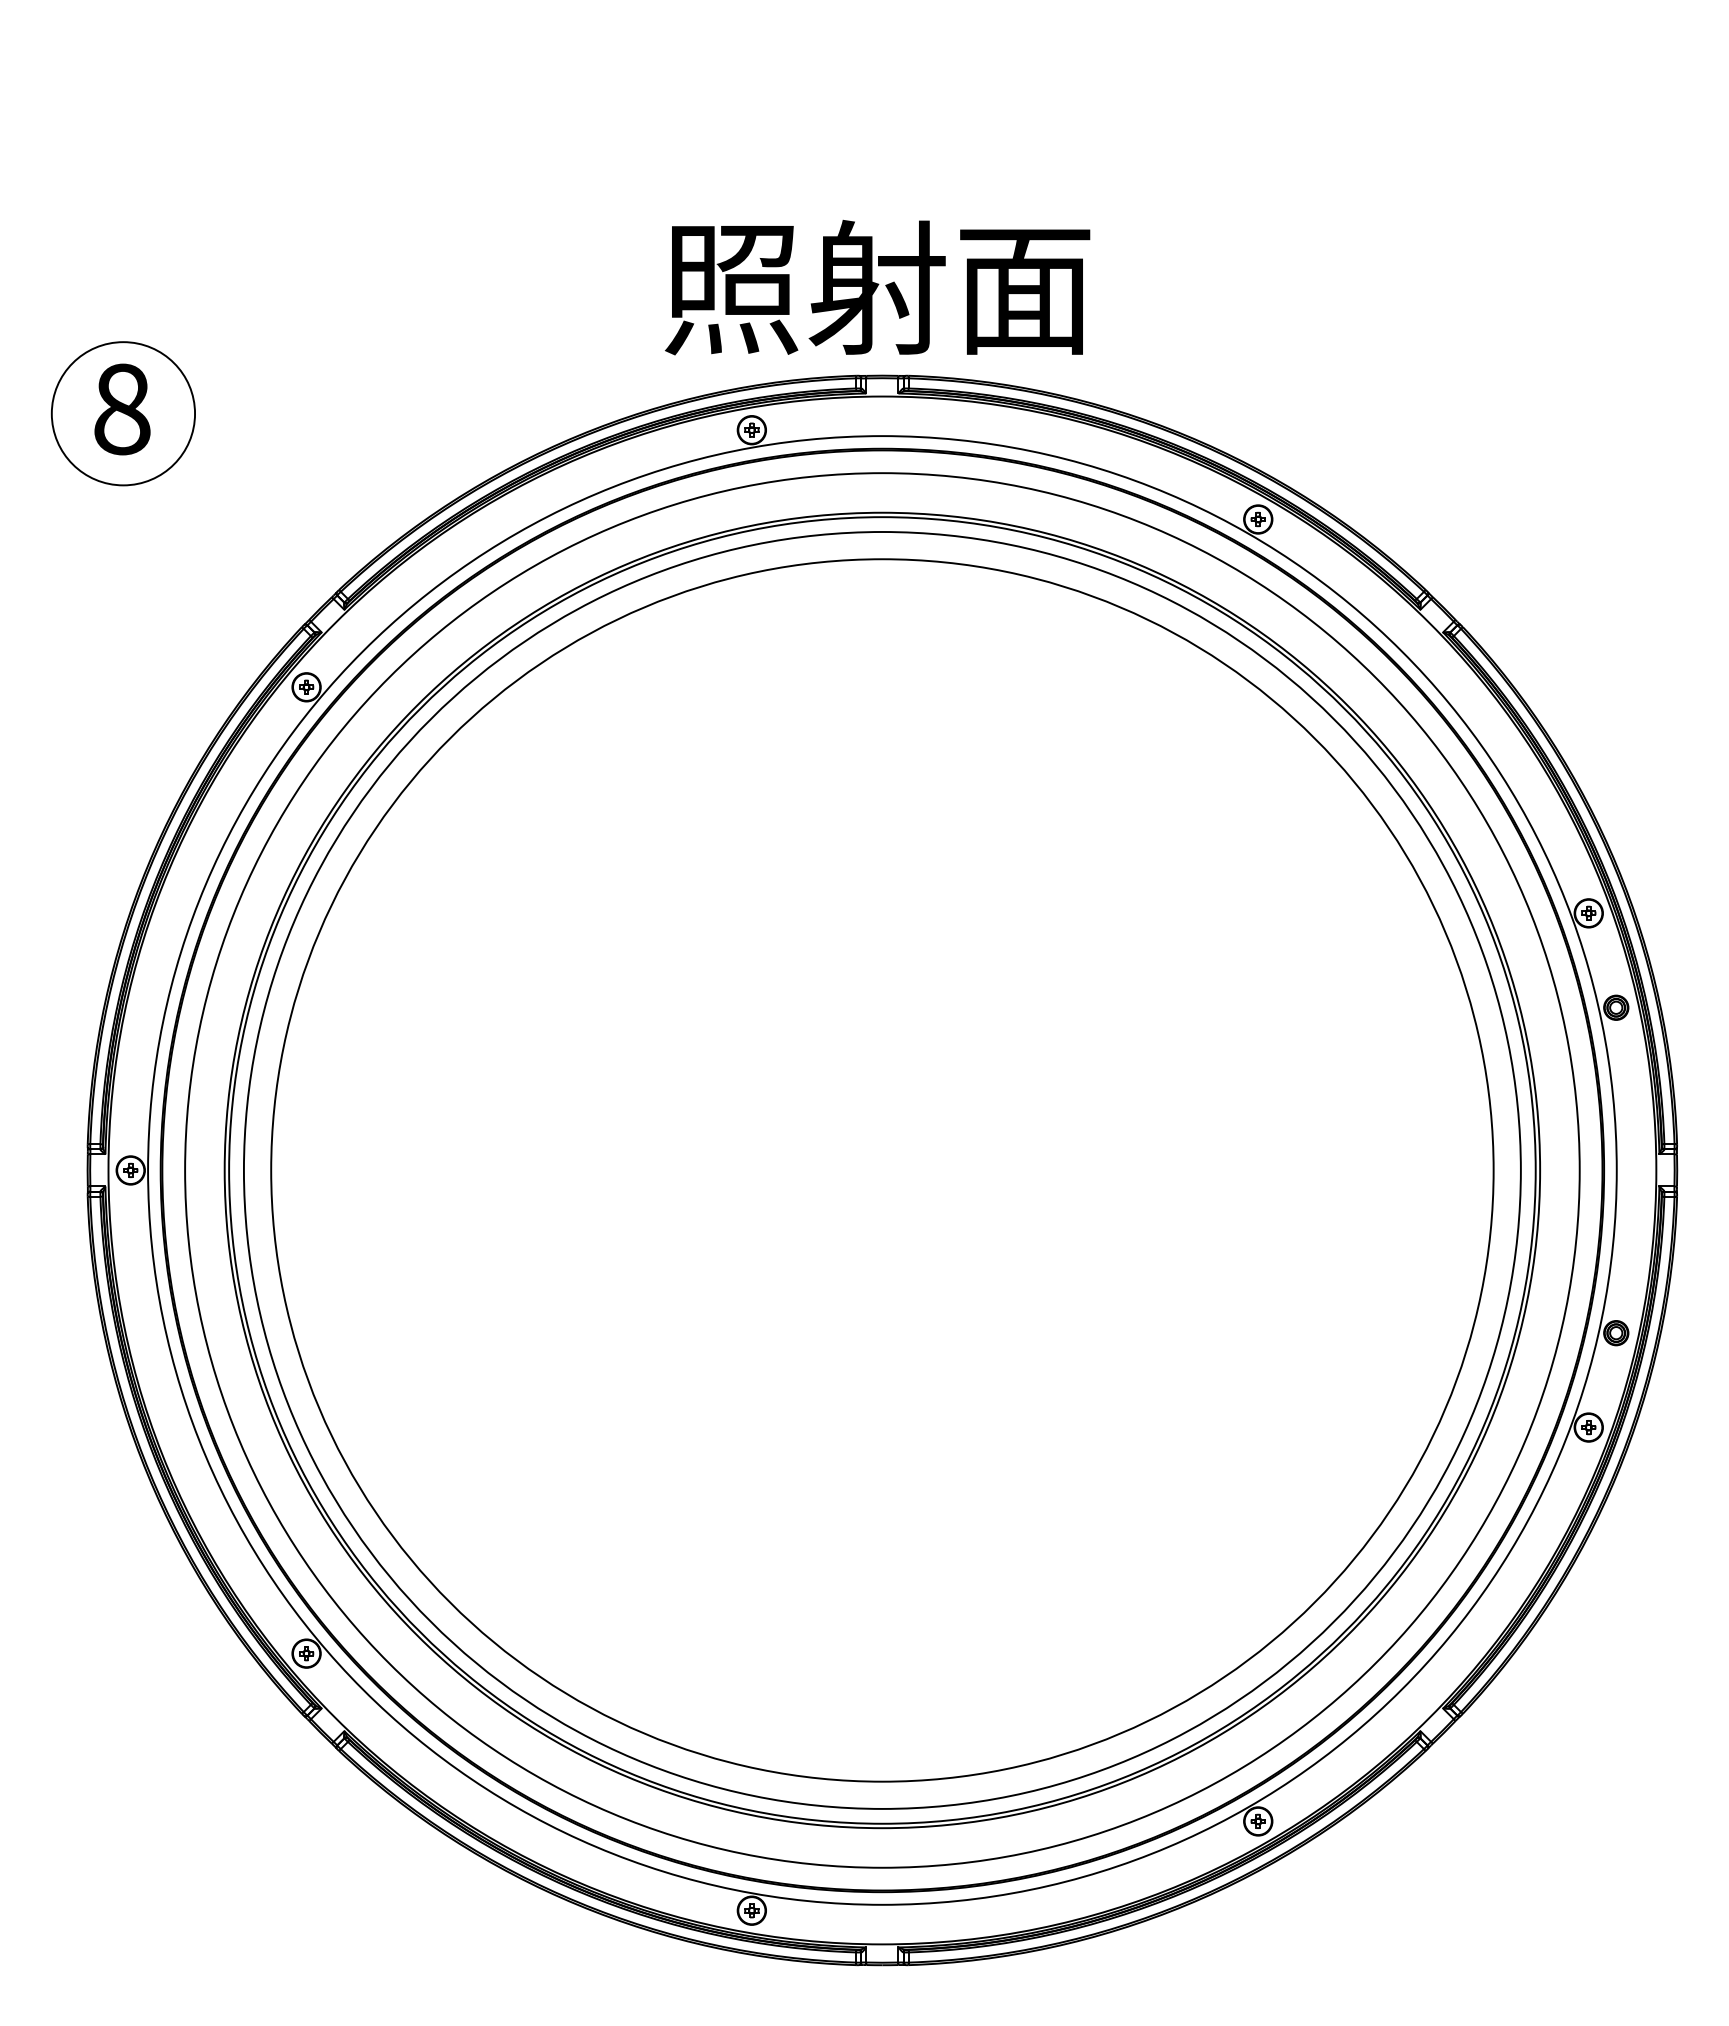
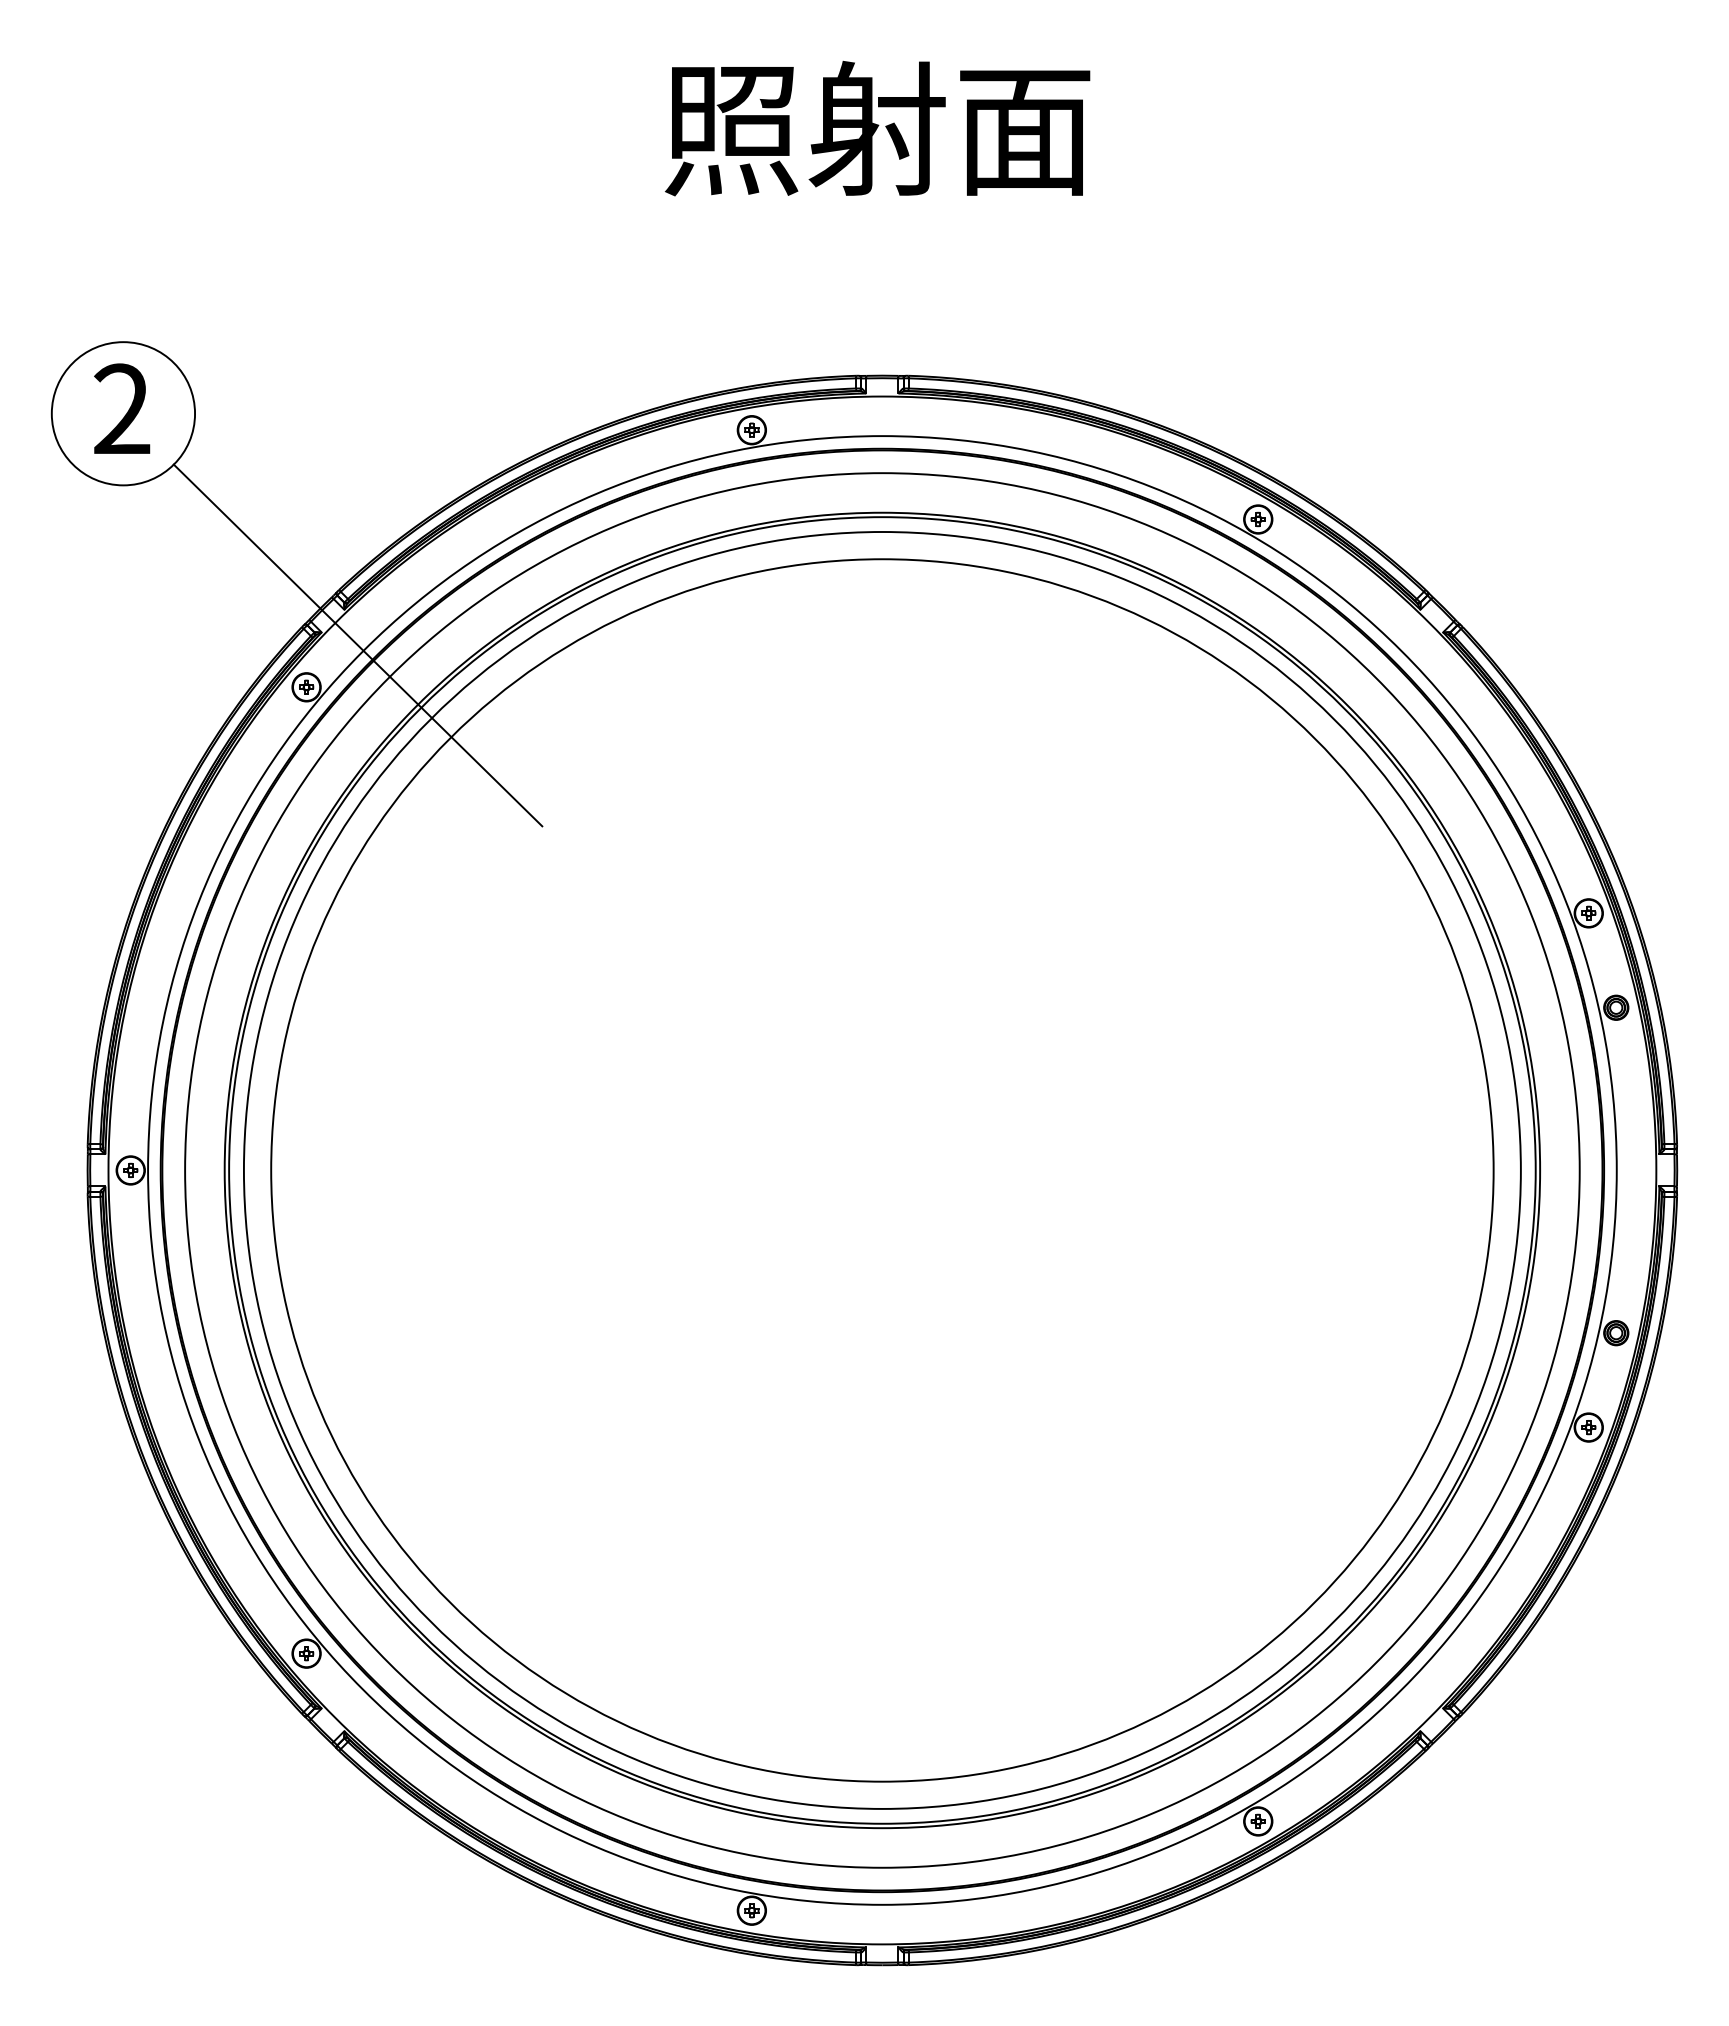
text at (877, 287) position: (877, 287) -> (877, 128)
text at (122, 409): 8 -> 2
line at (357, 645): none -> present
